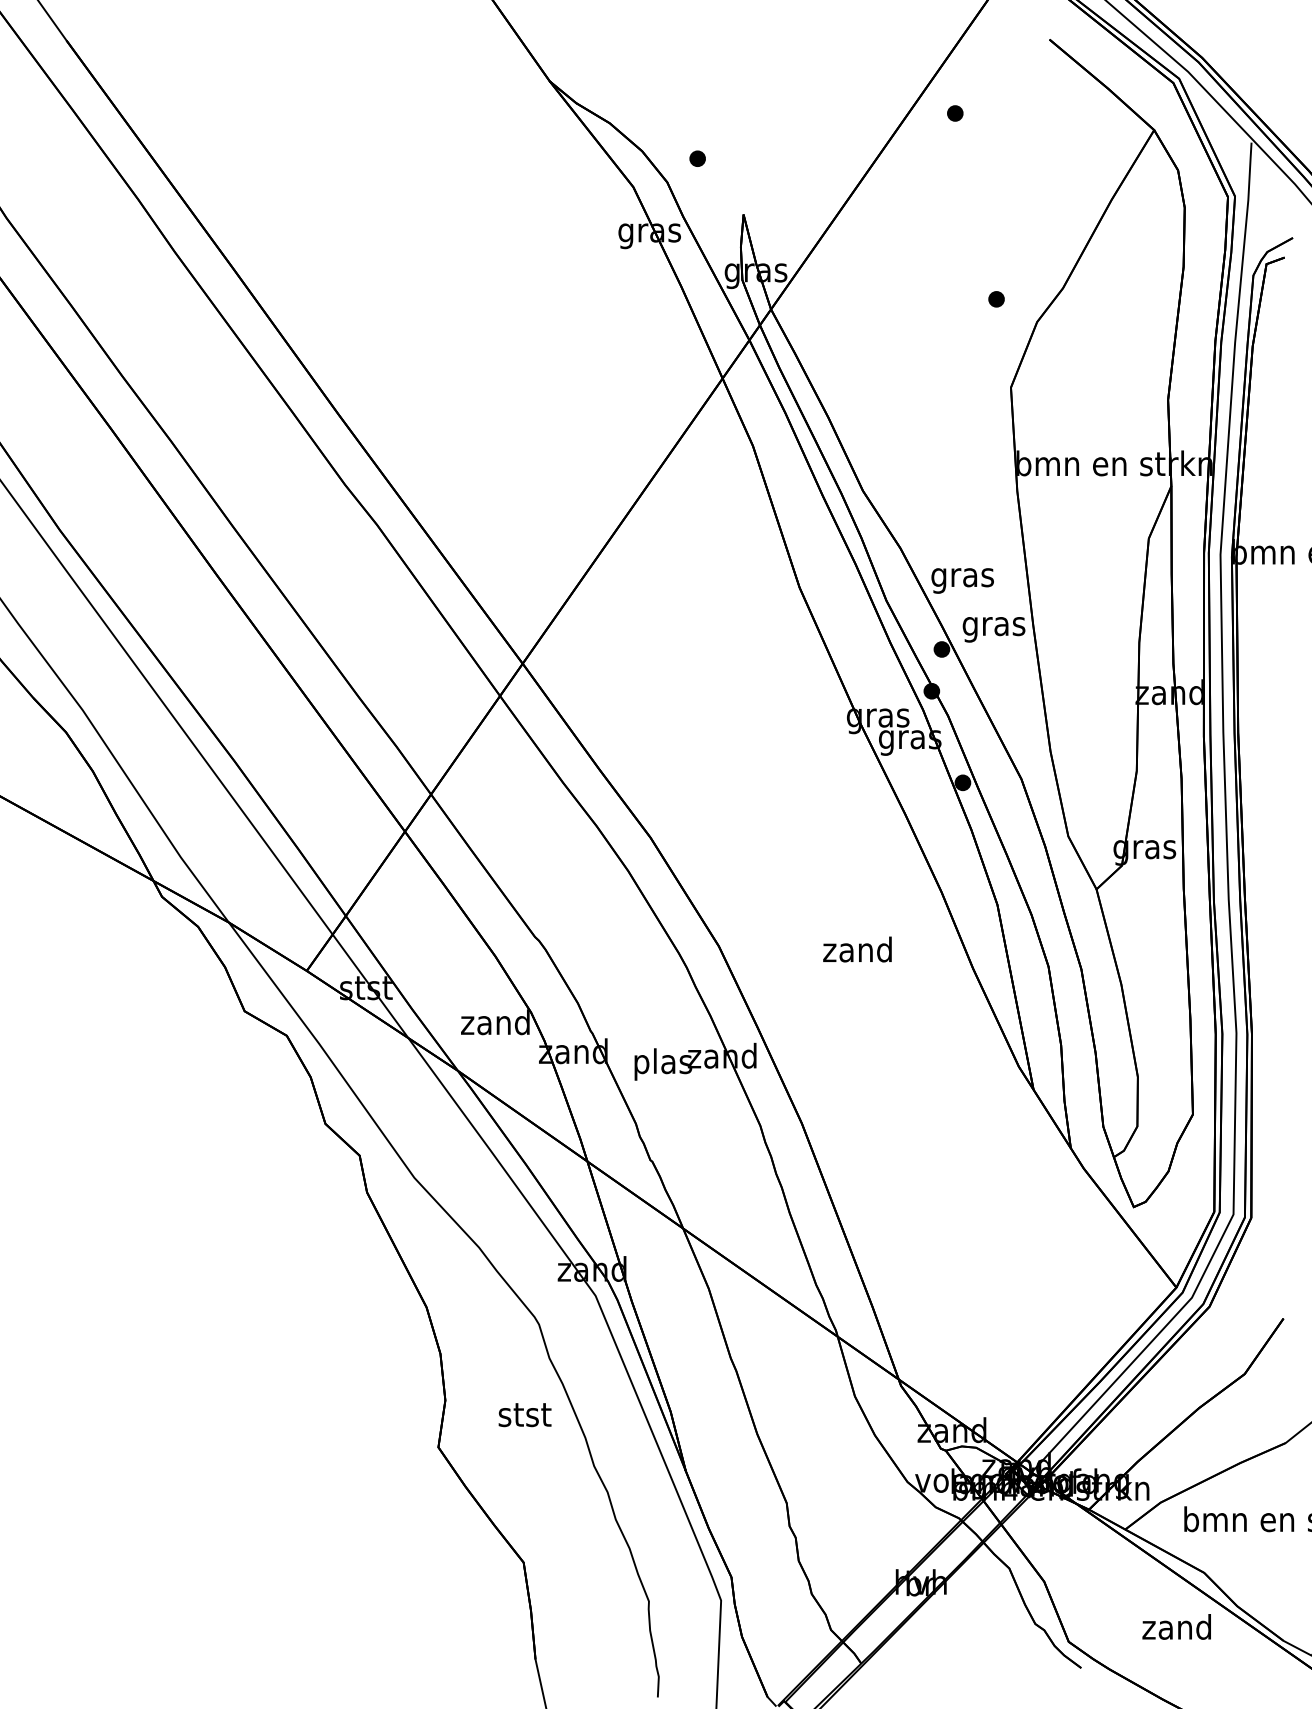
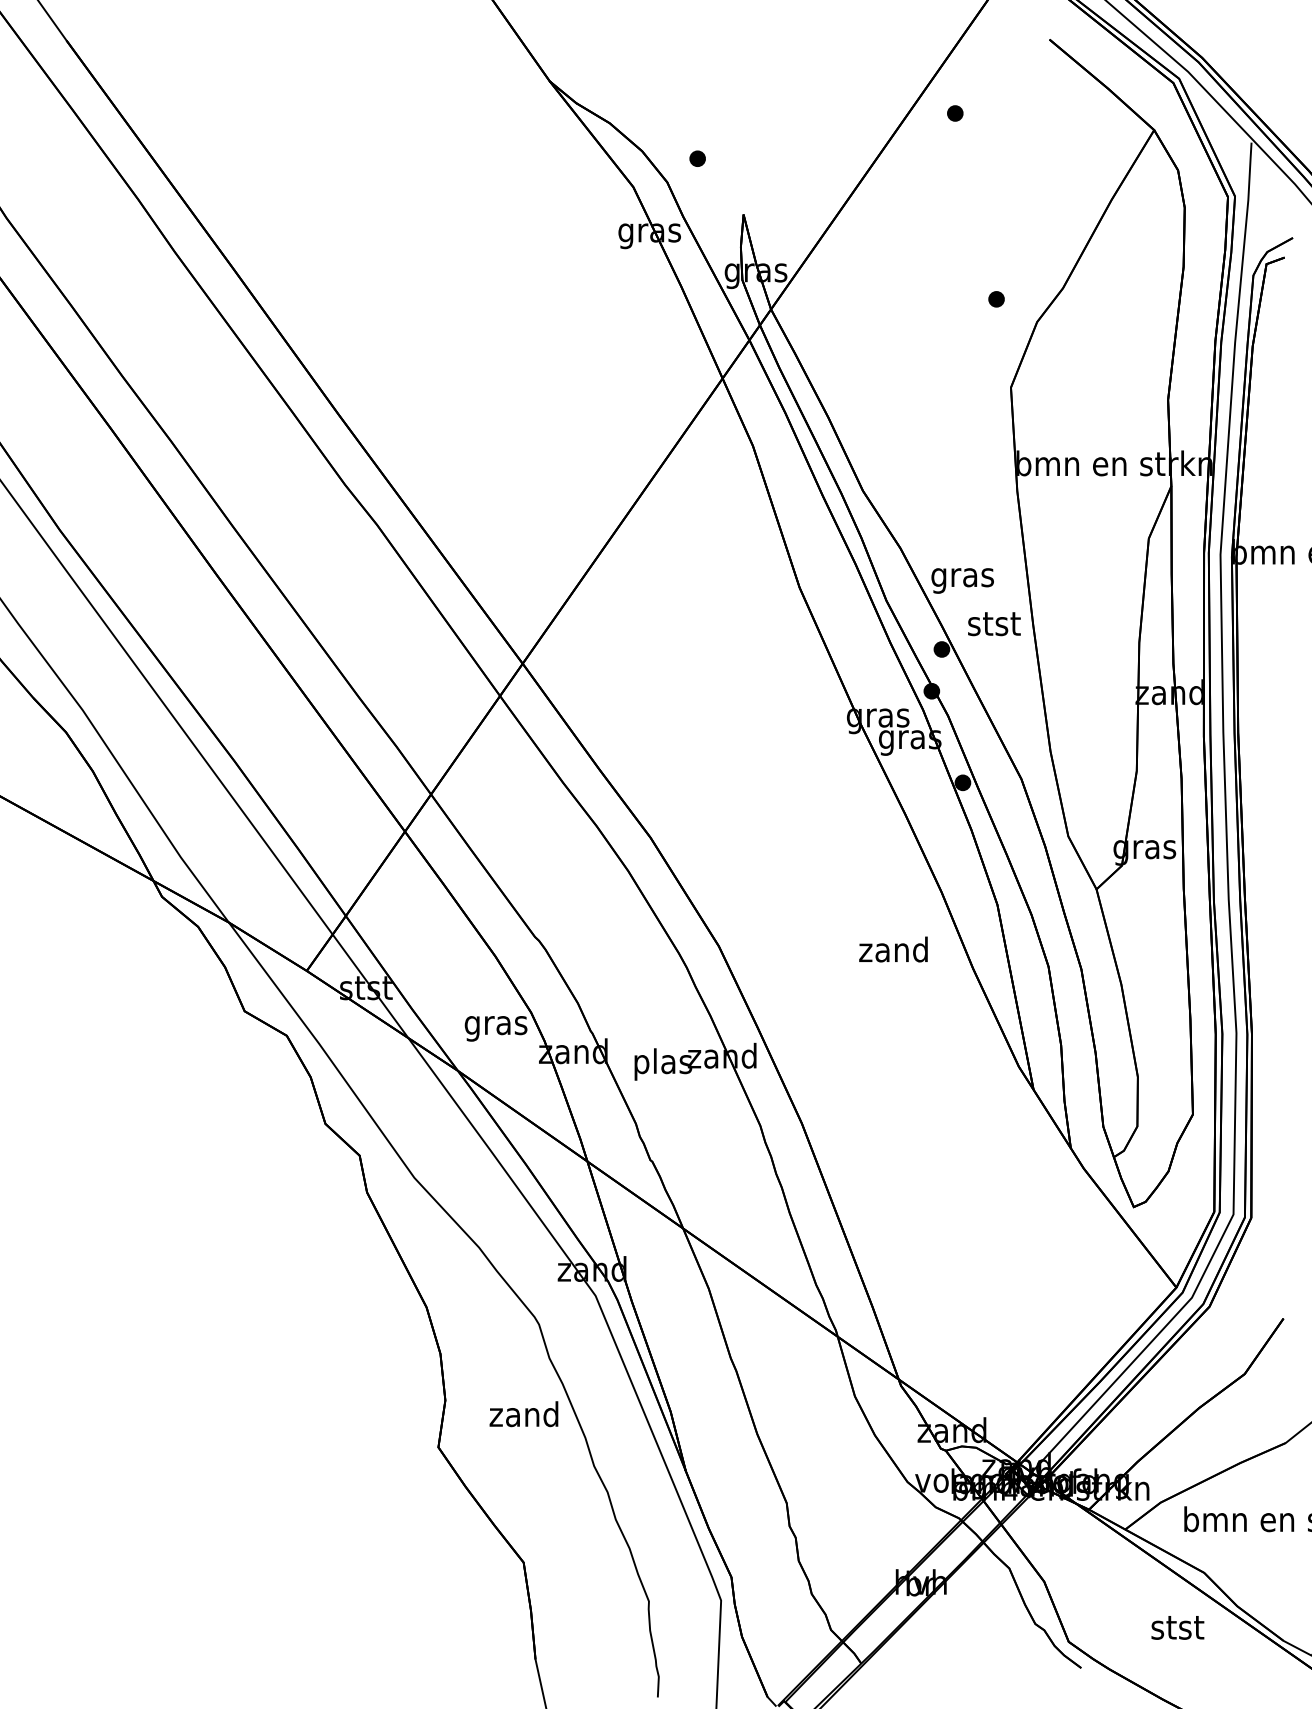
text at (993, 627): gras -> stst
text at (857, 949) position: (857, 949) -> (893, 949)
text at (495, 1025): zand -> gras
text at (523, 1414): stst -> zand
text at (1176, 1626): zand -> stst
